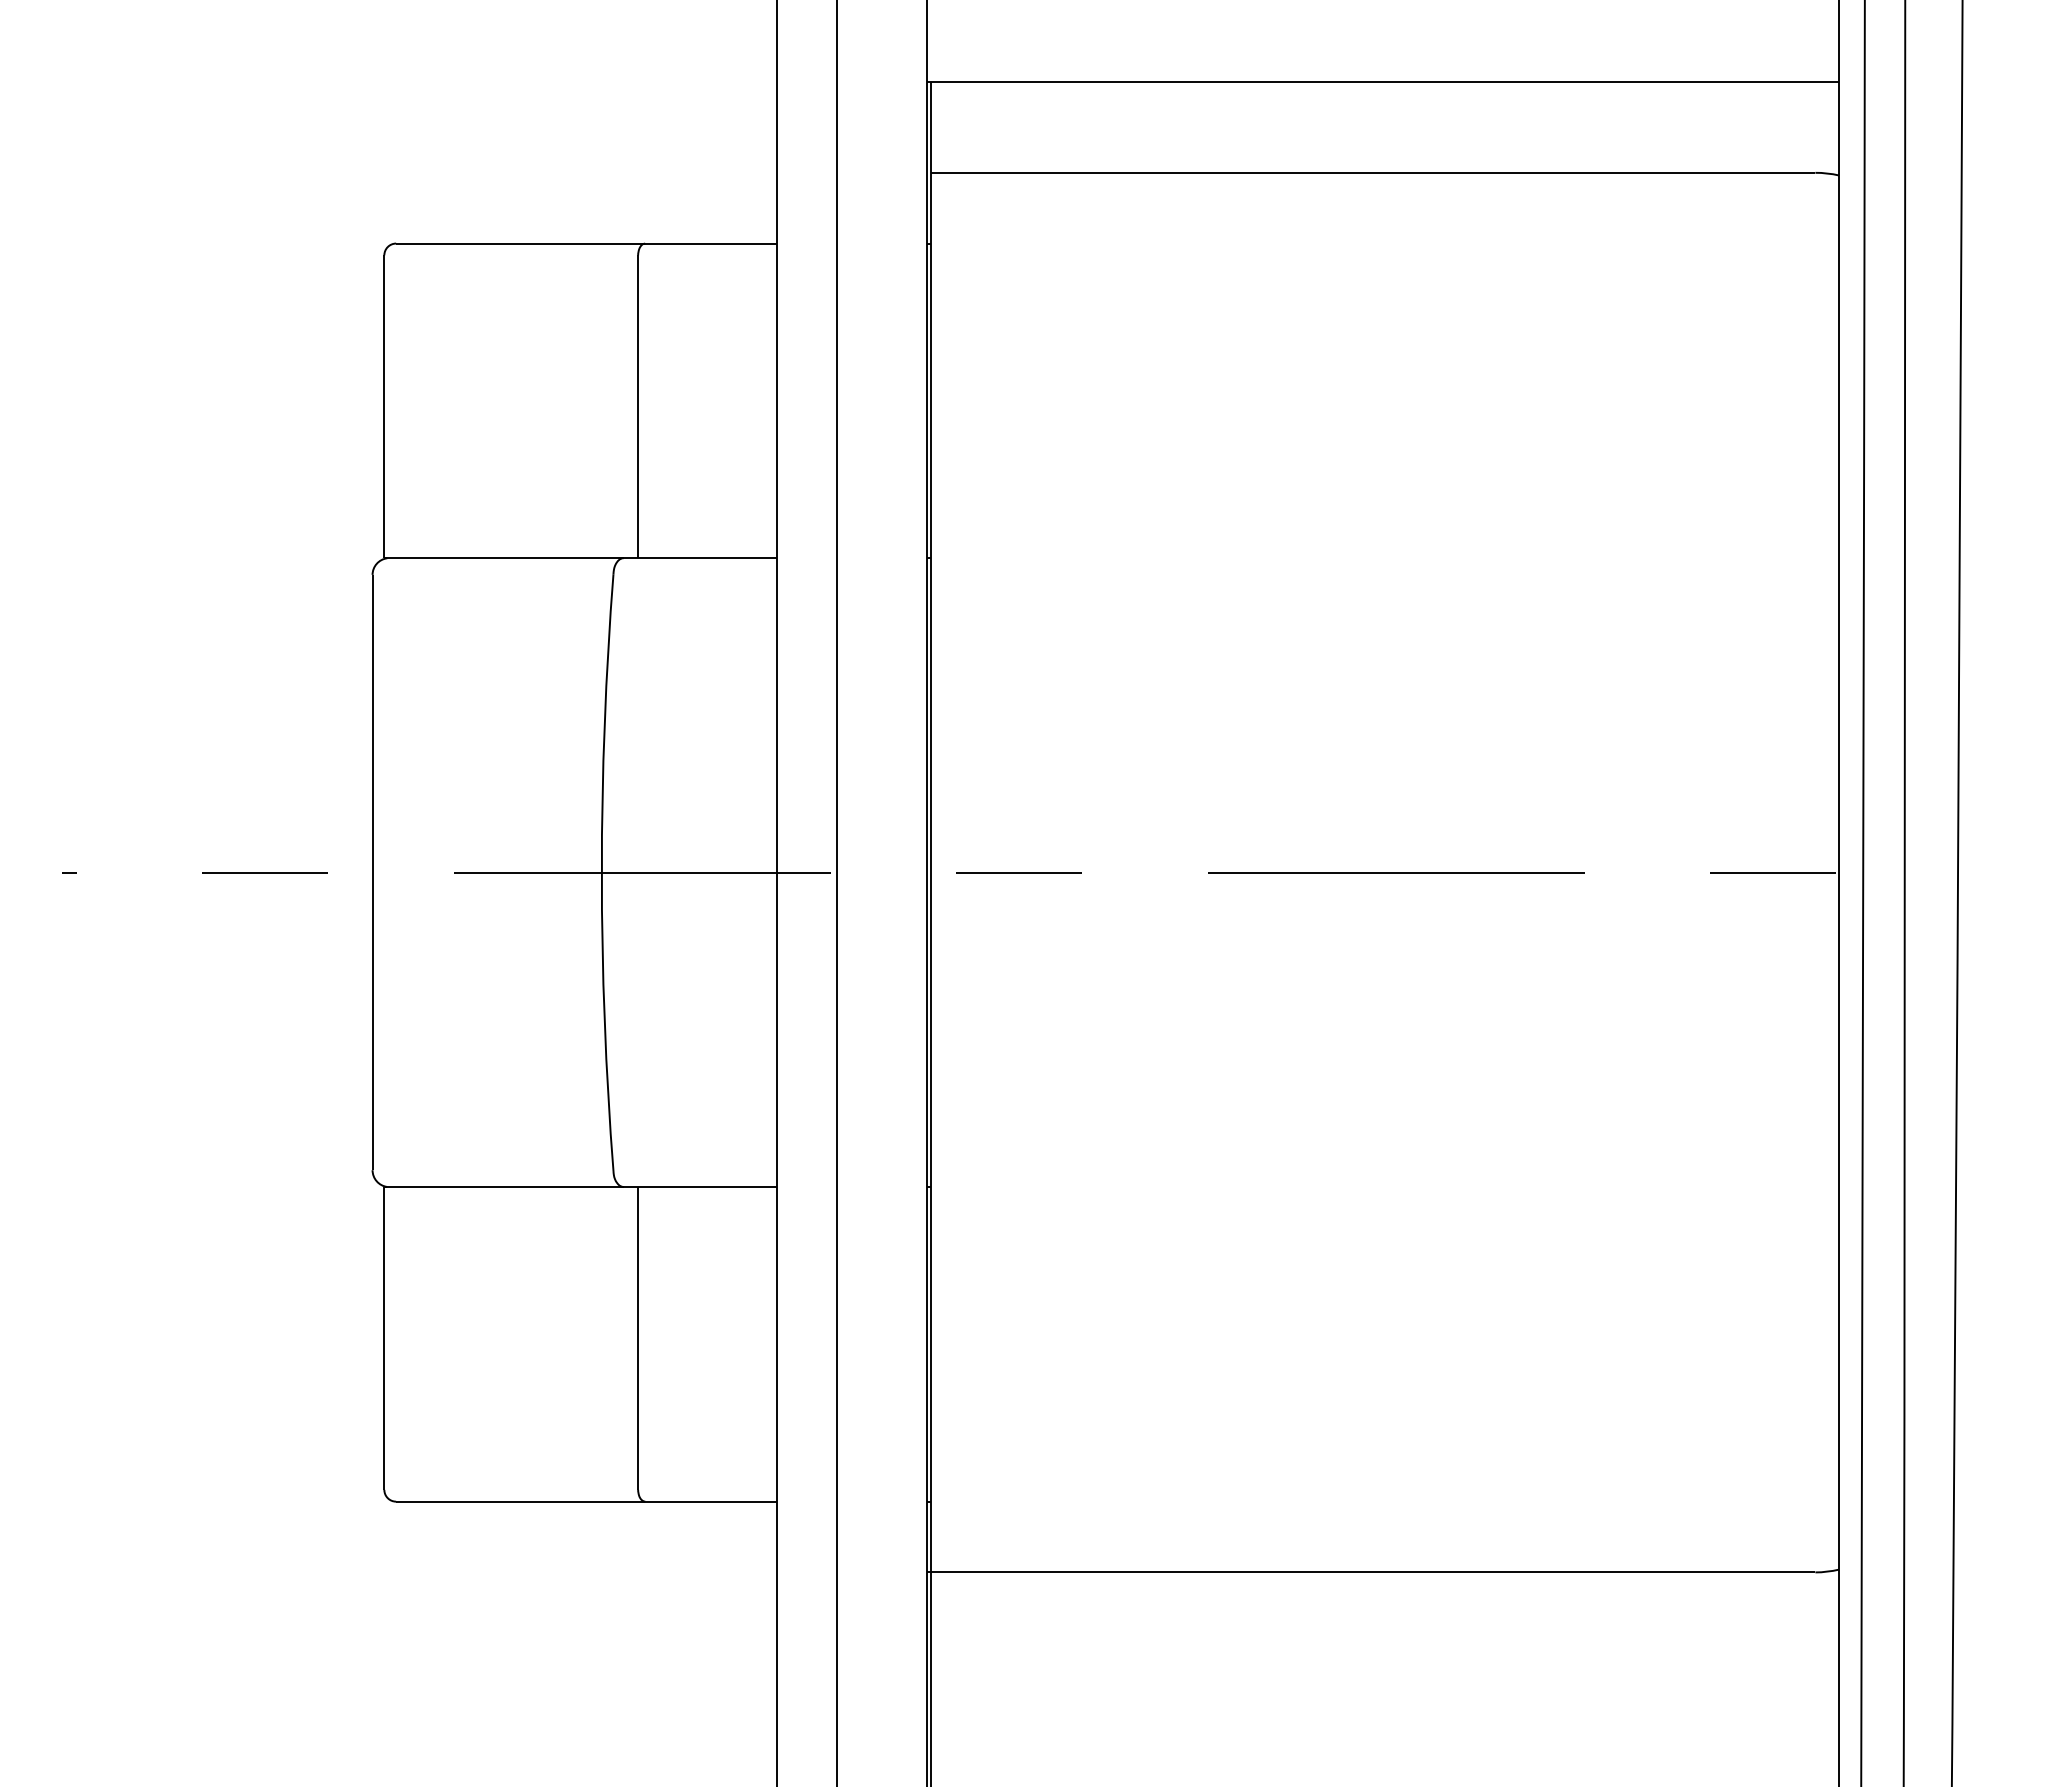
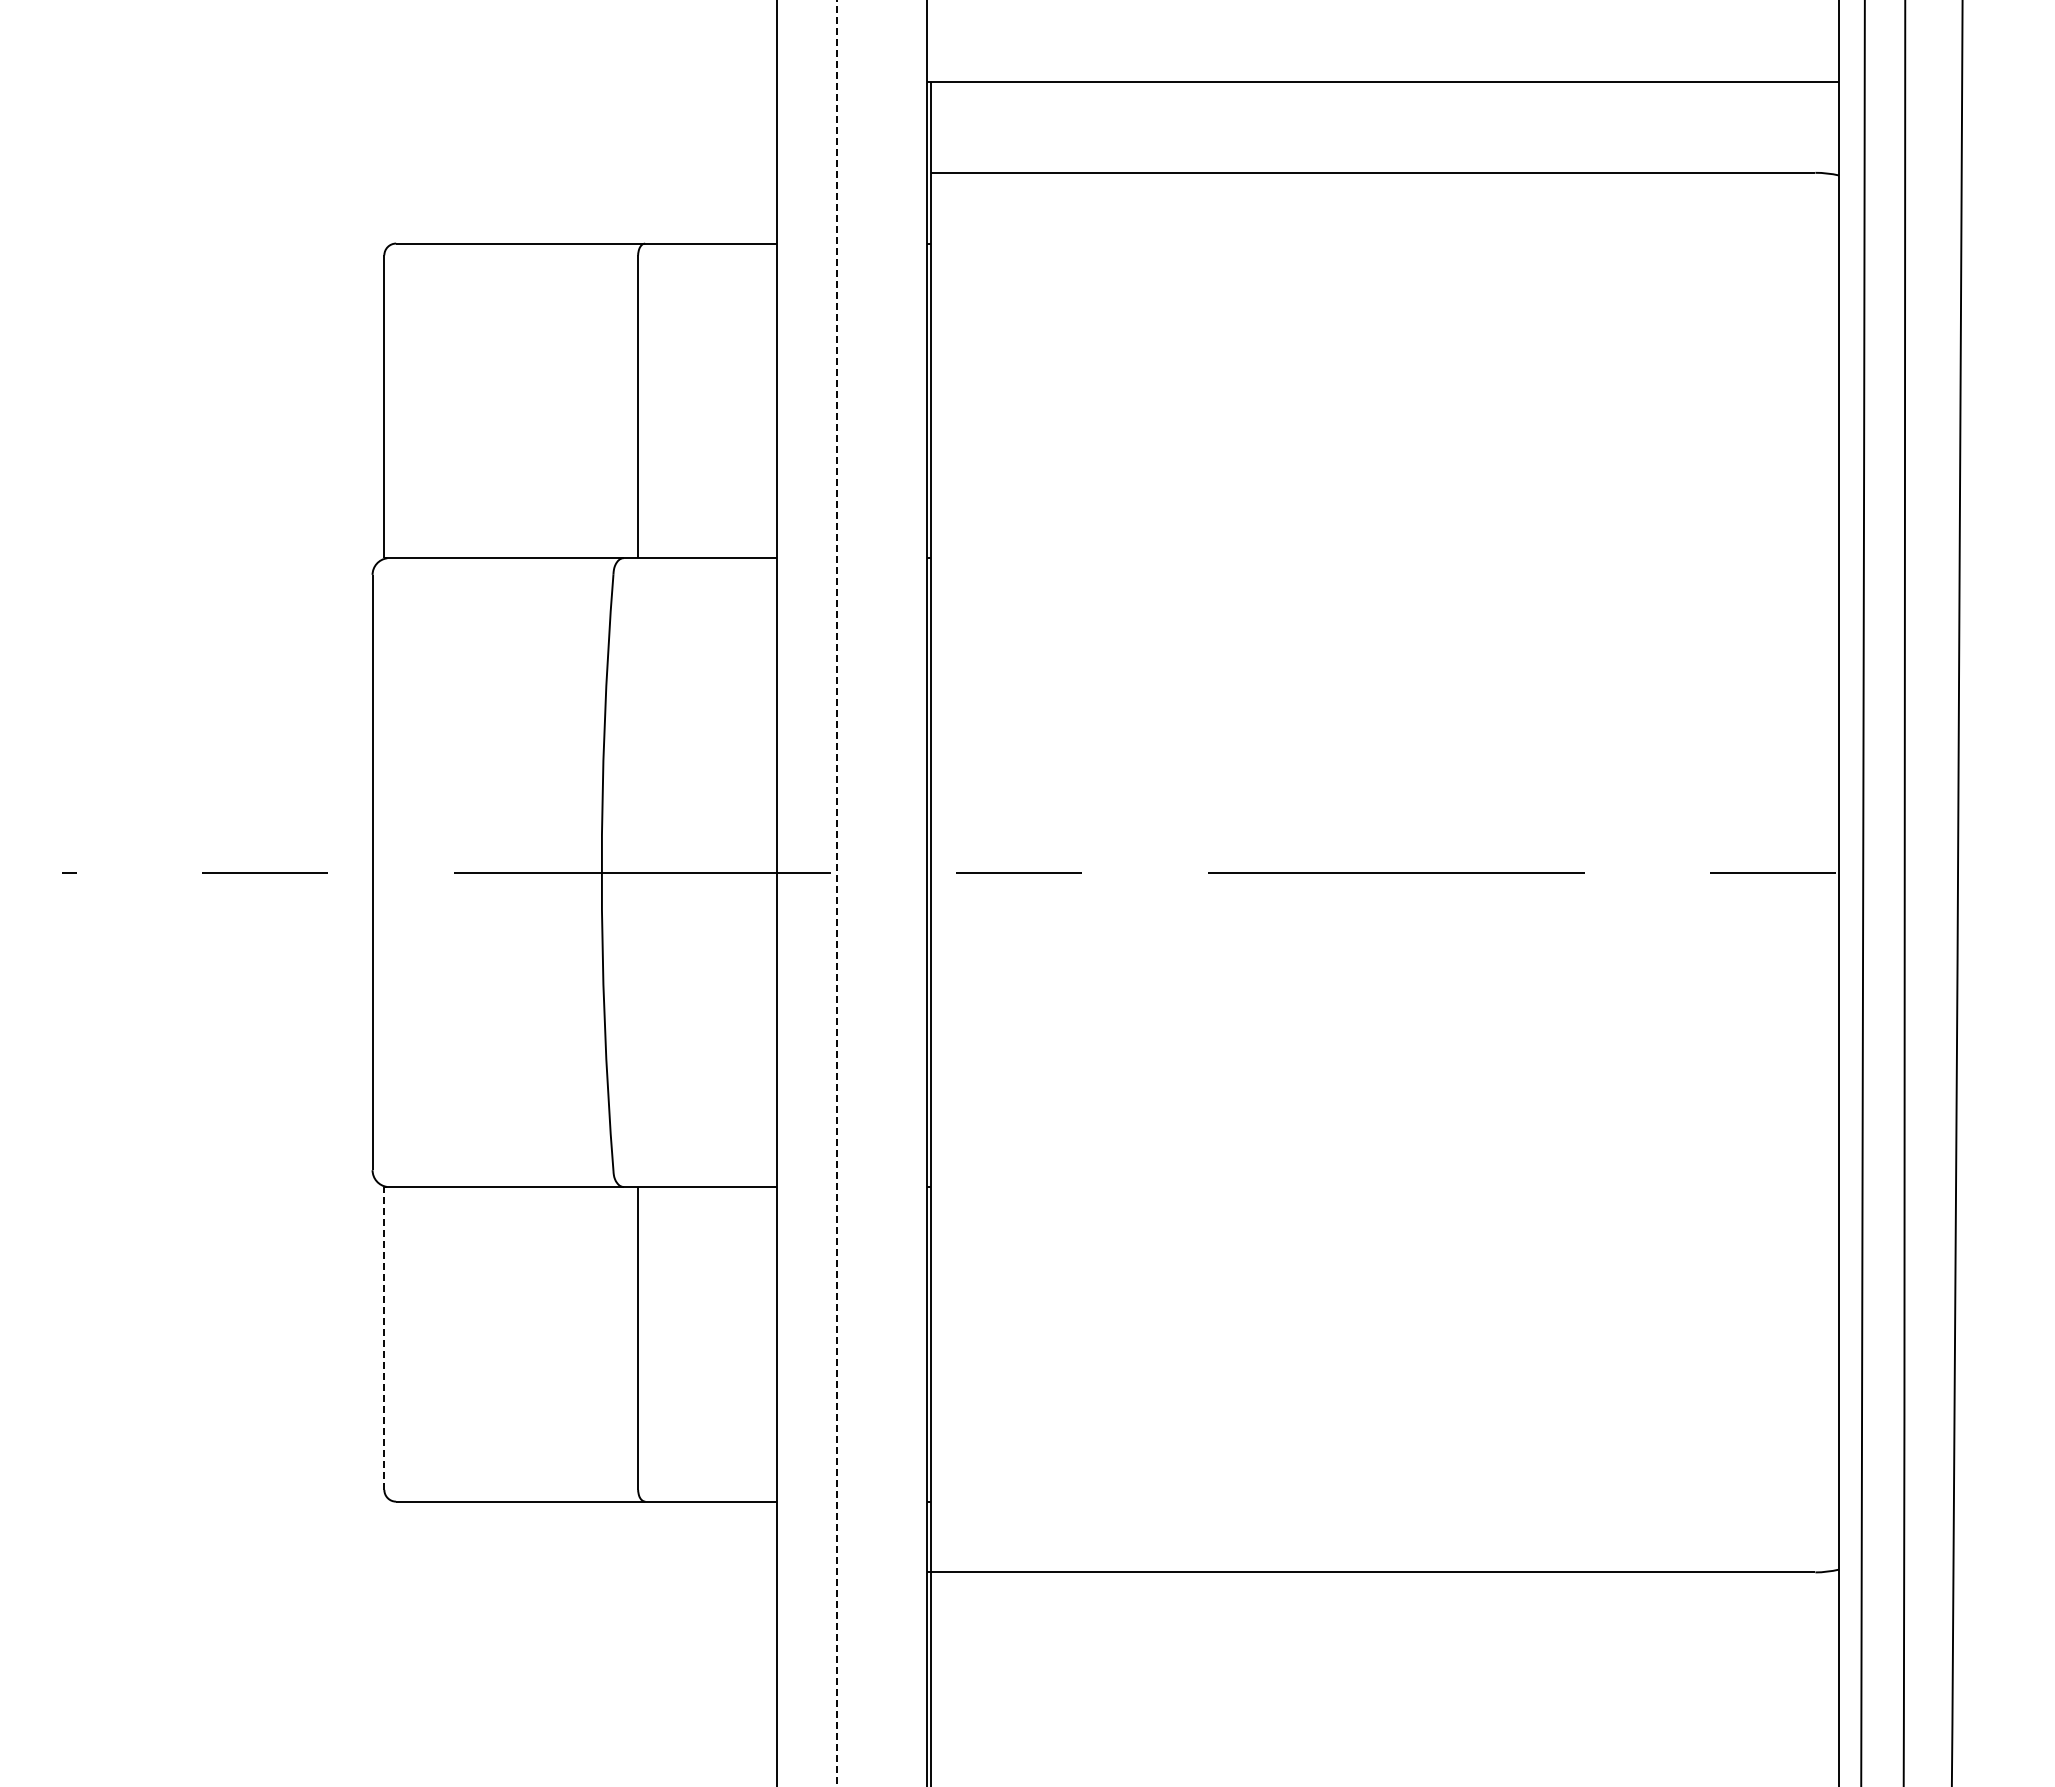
line at (836, 893): solid -> dashed
line at (384, 1337): solid -> dashed
